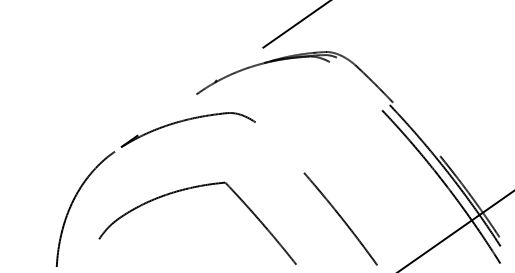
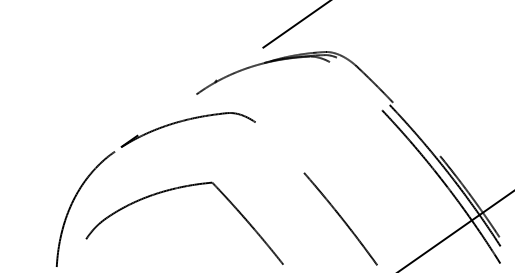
part at (189, 189) position: (189, 189) -> (176, 189)
